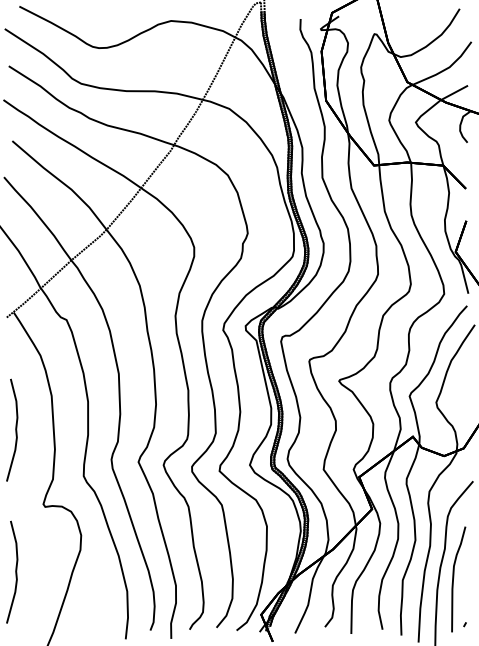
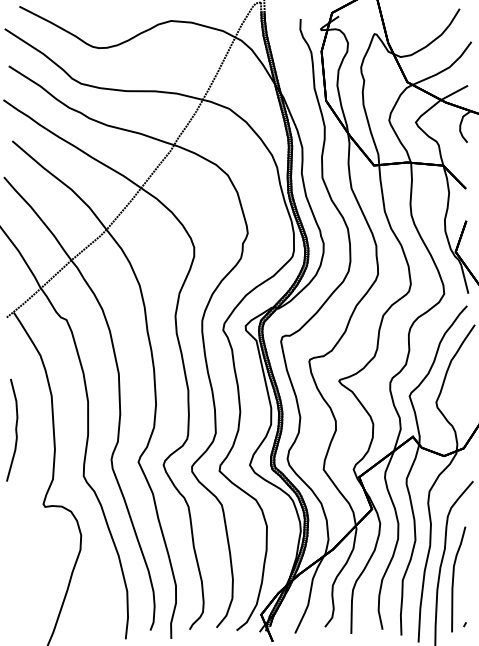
curve at (15, 571): present -> none
